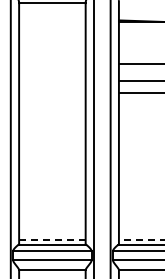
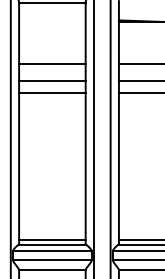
line at (52, 63): none -> present
line at (52, 81): none -> present
line at (52, 92): none -> present
line at (52, 240): dashed -> solid
line at (141, 240): dashed -> solid
